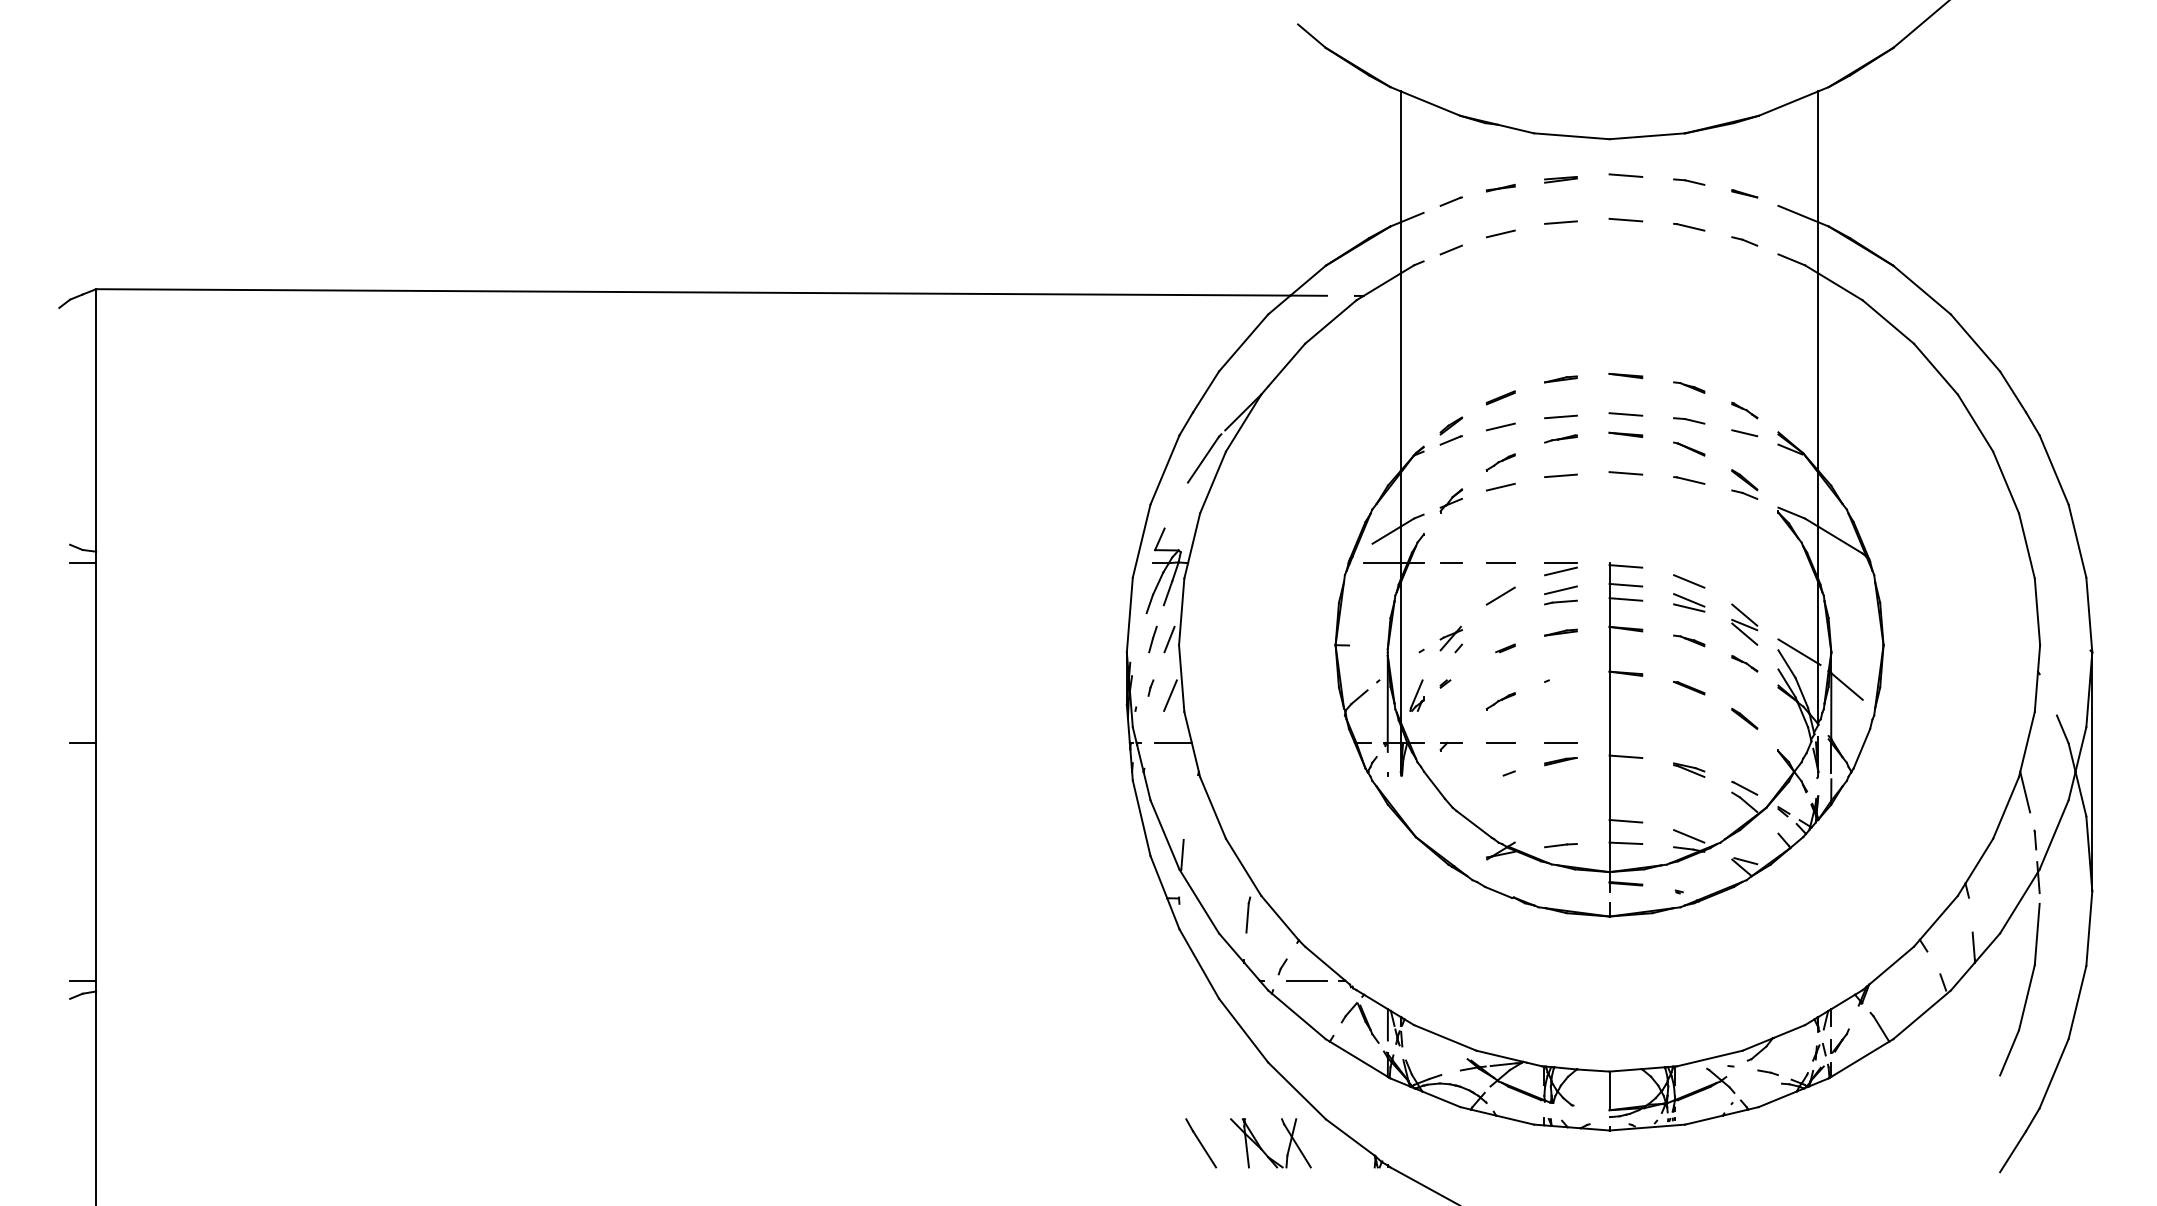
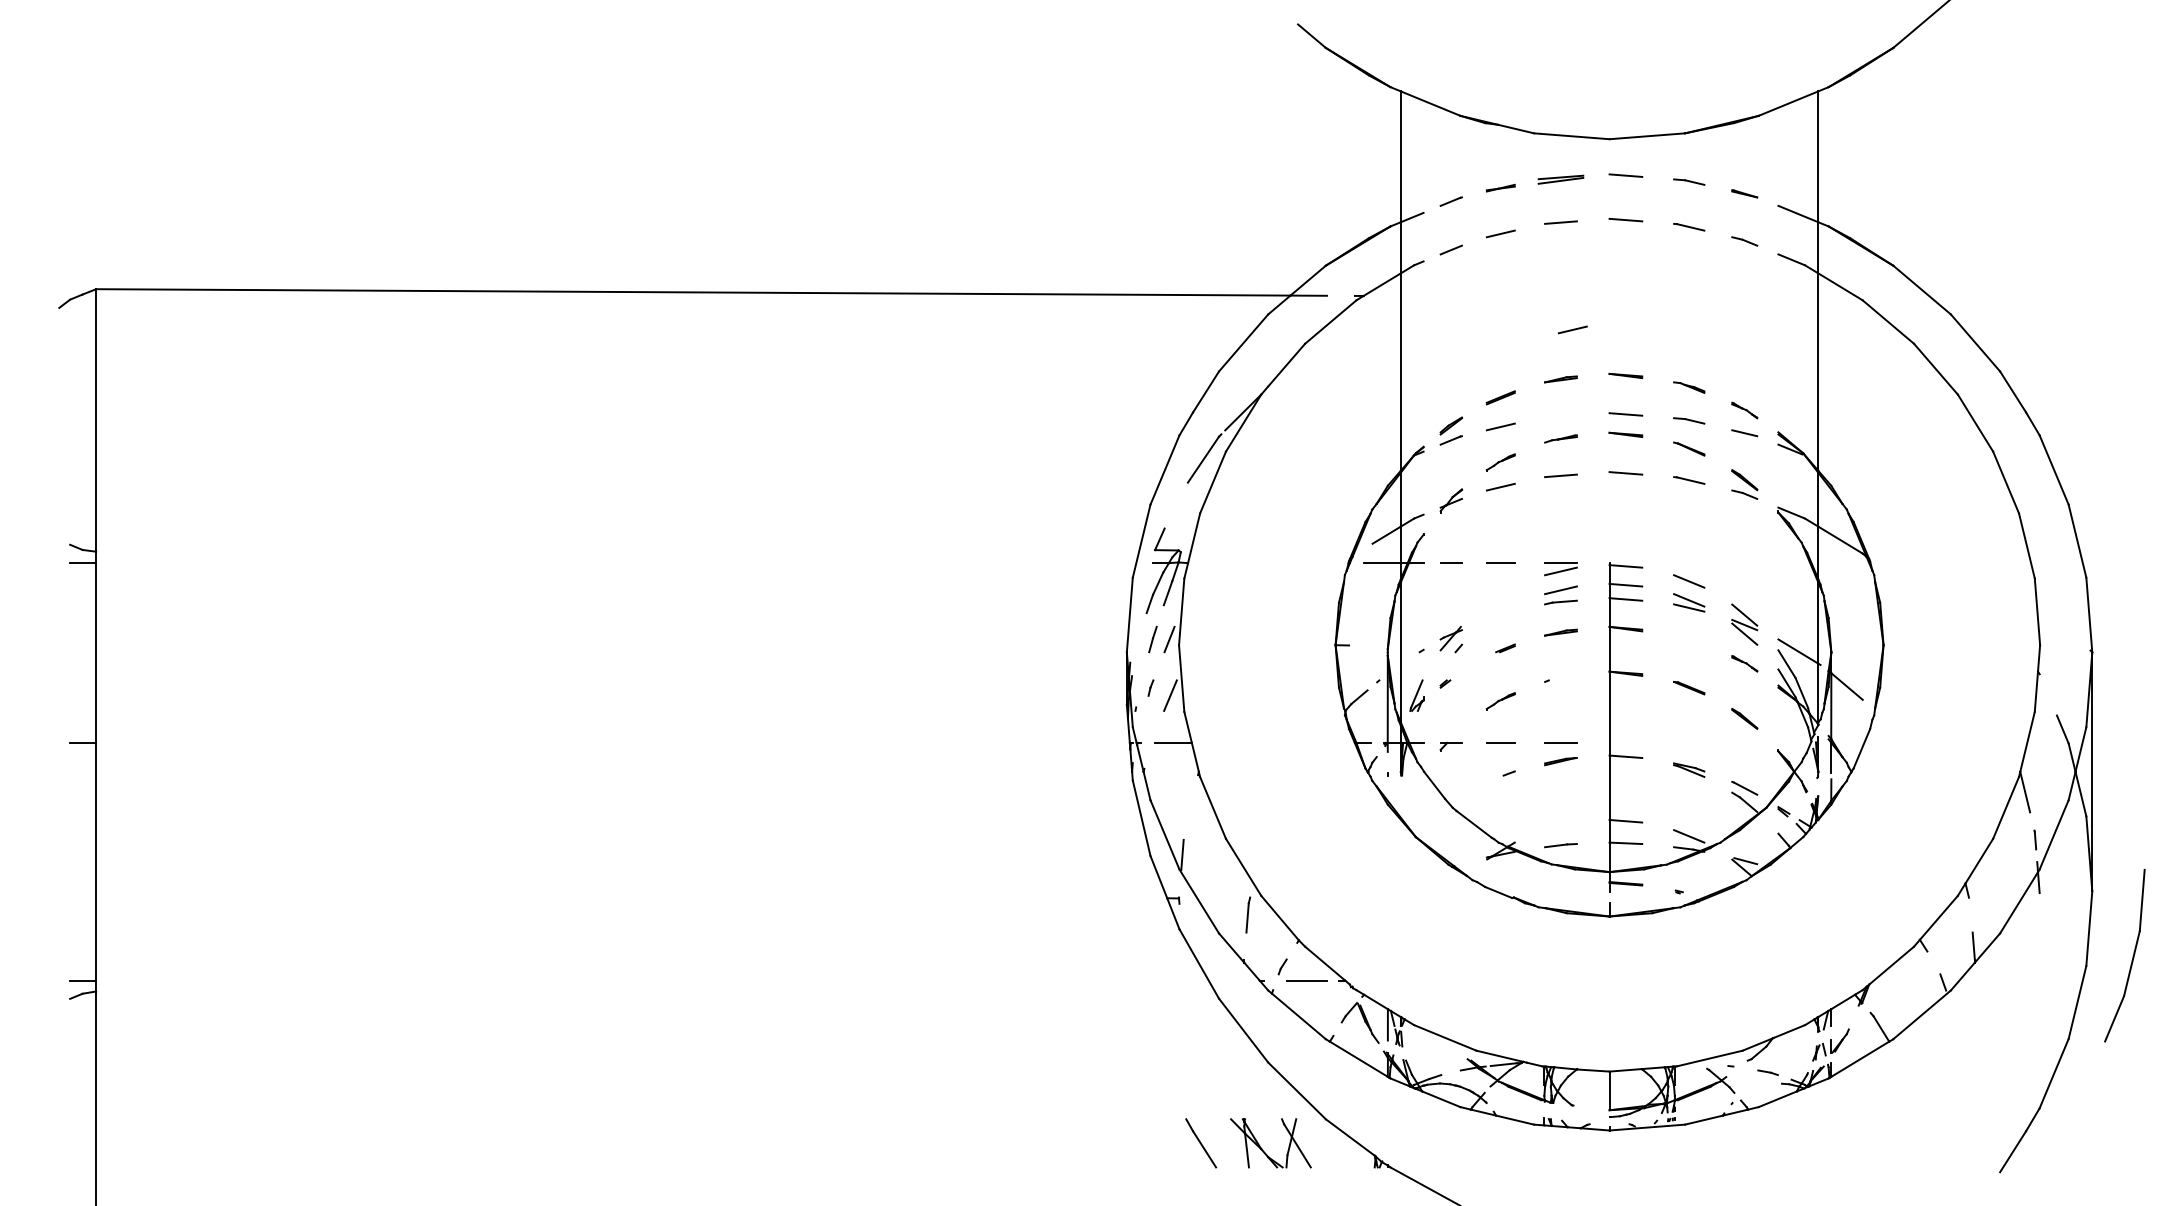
part at (1560, 179) size: 34x8 px -> 48x11 px
line at (1572, 329): none -> present
line at (1560, 416): present -> none
line at (1500, 595): present -> none
part at (1689, 640): present -> none
part at (2027, 990) position: (2027, 990) -> (2132, 956)
